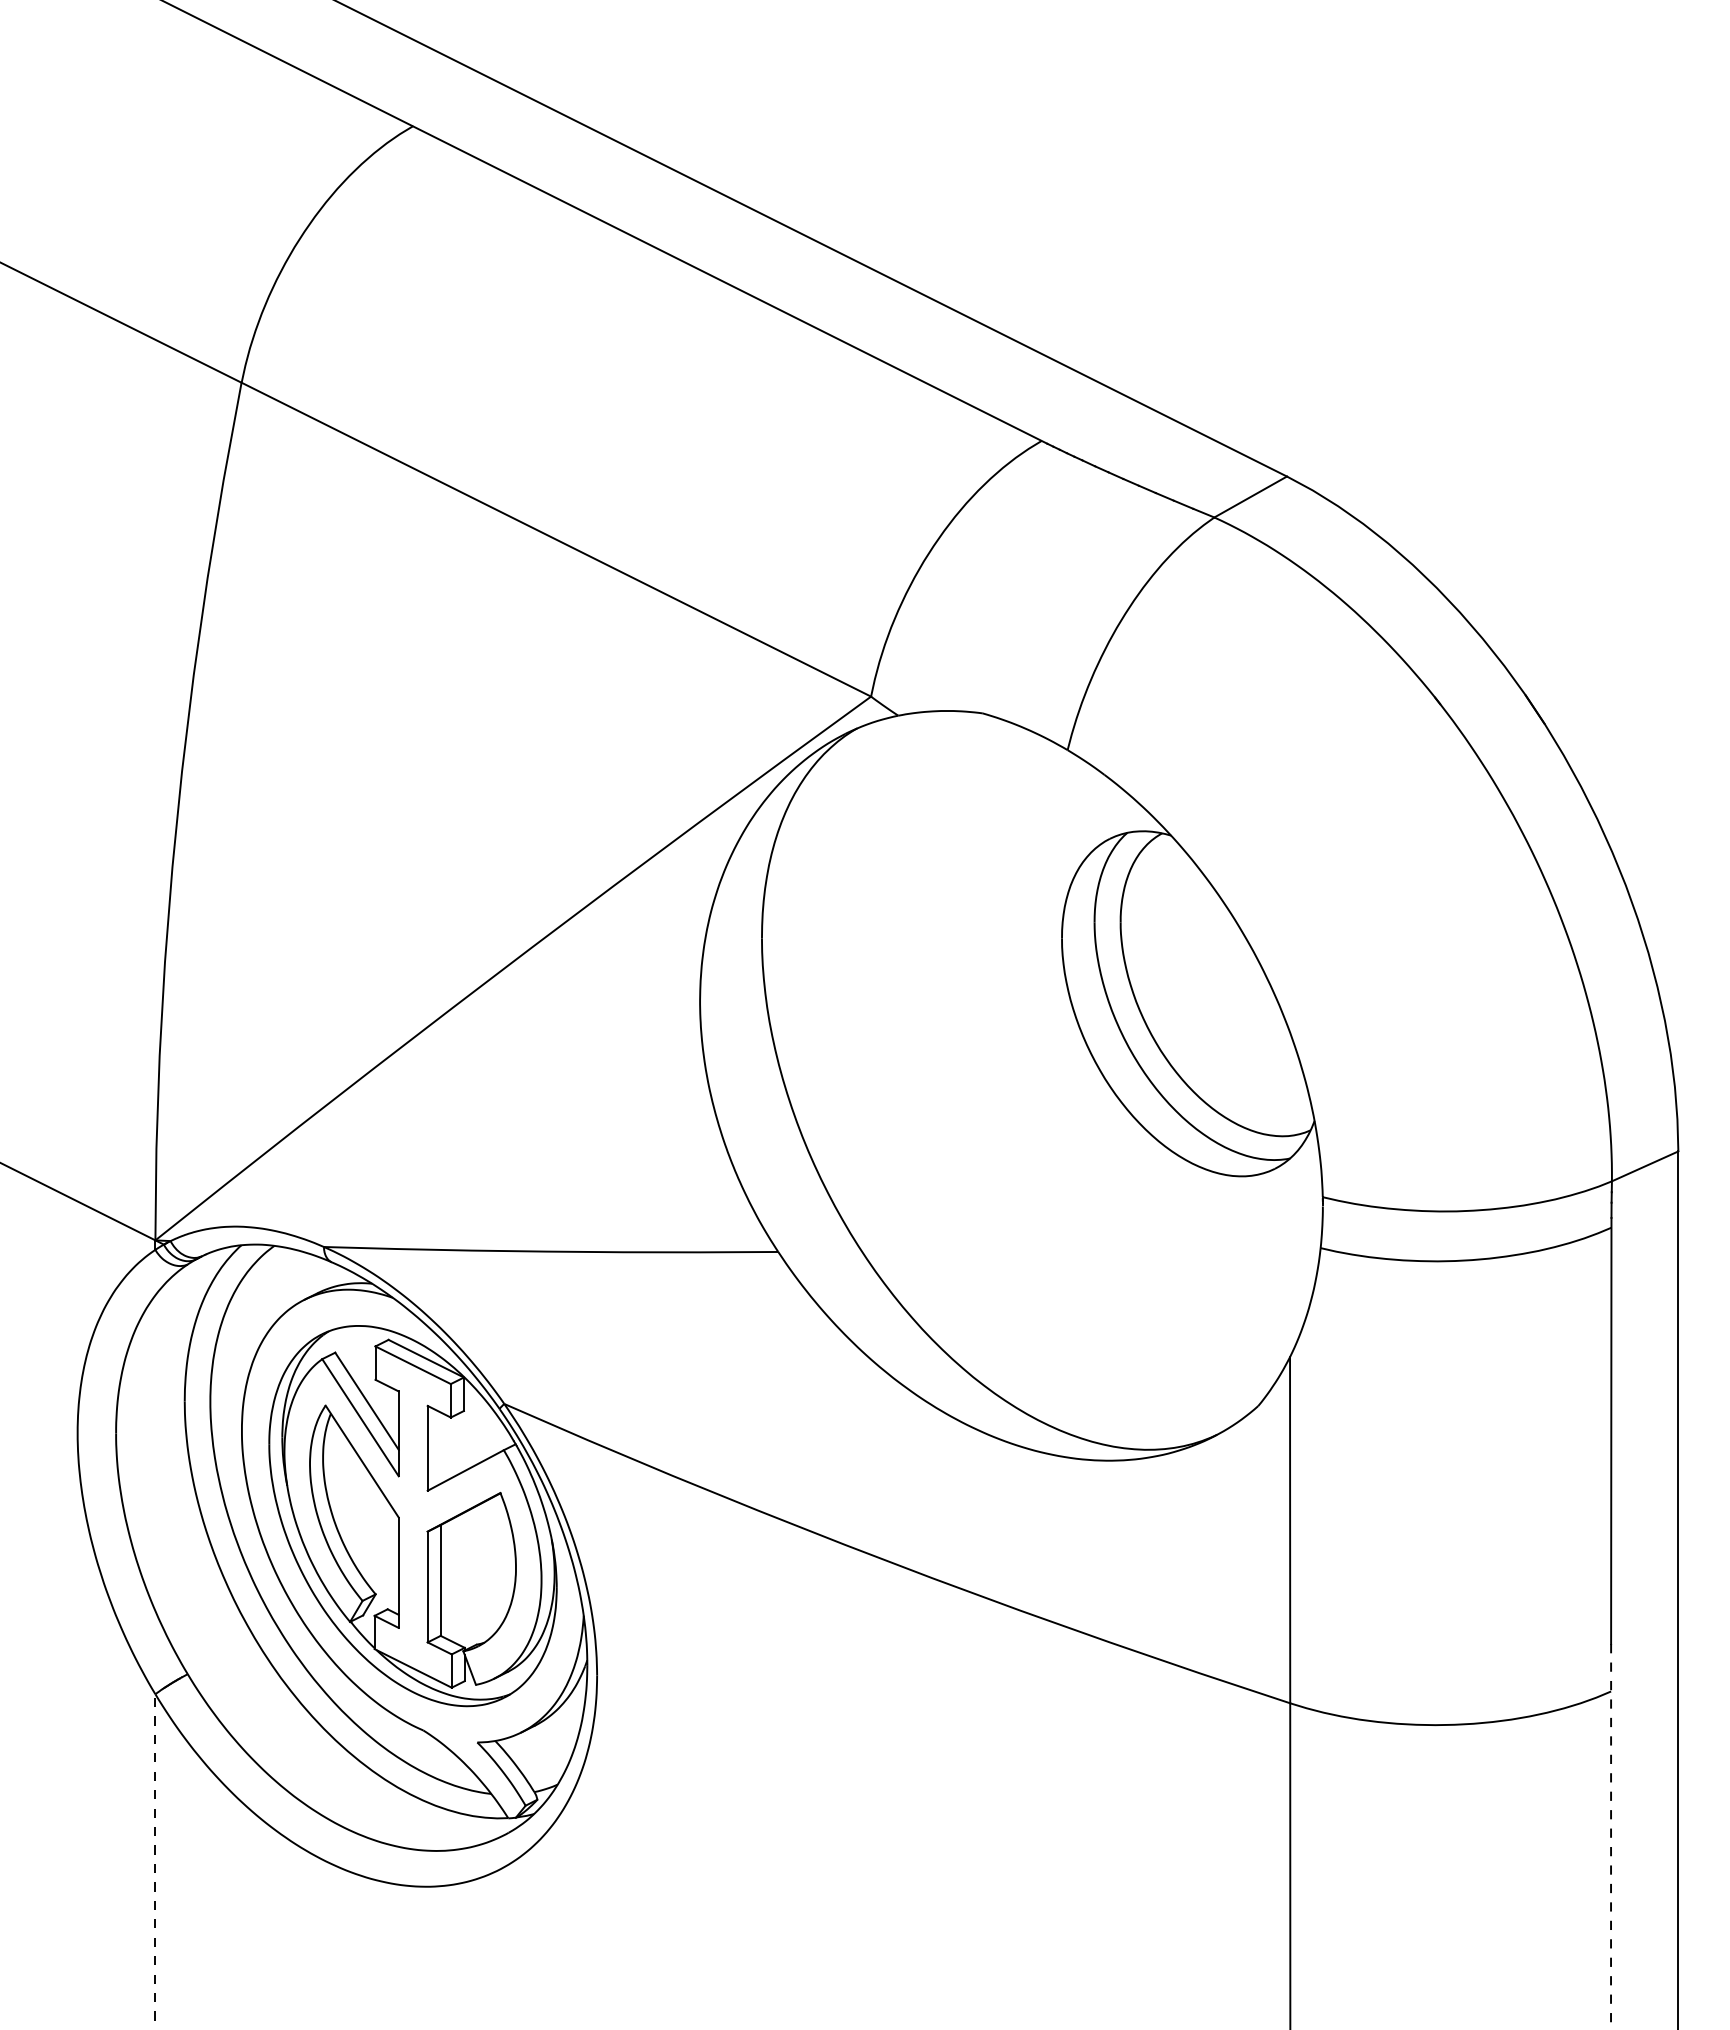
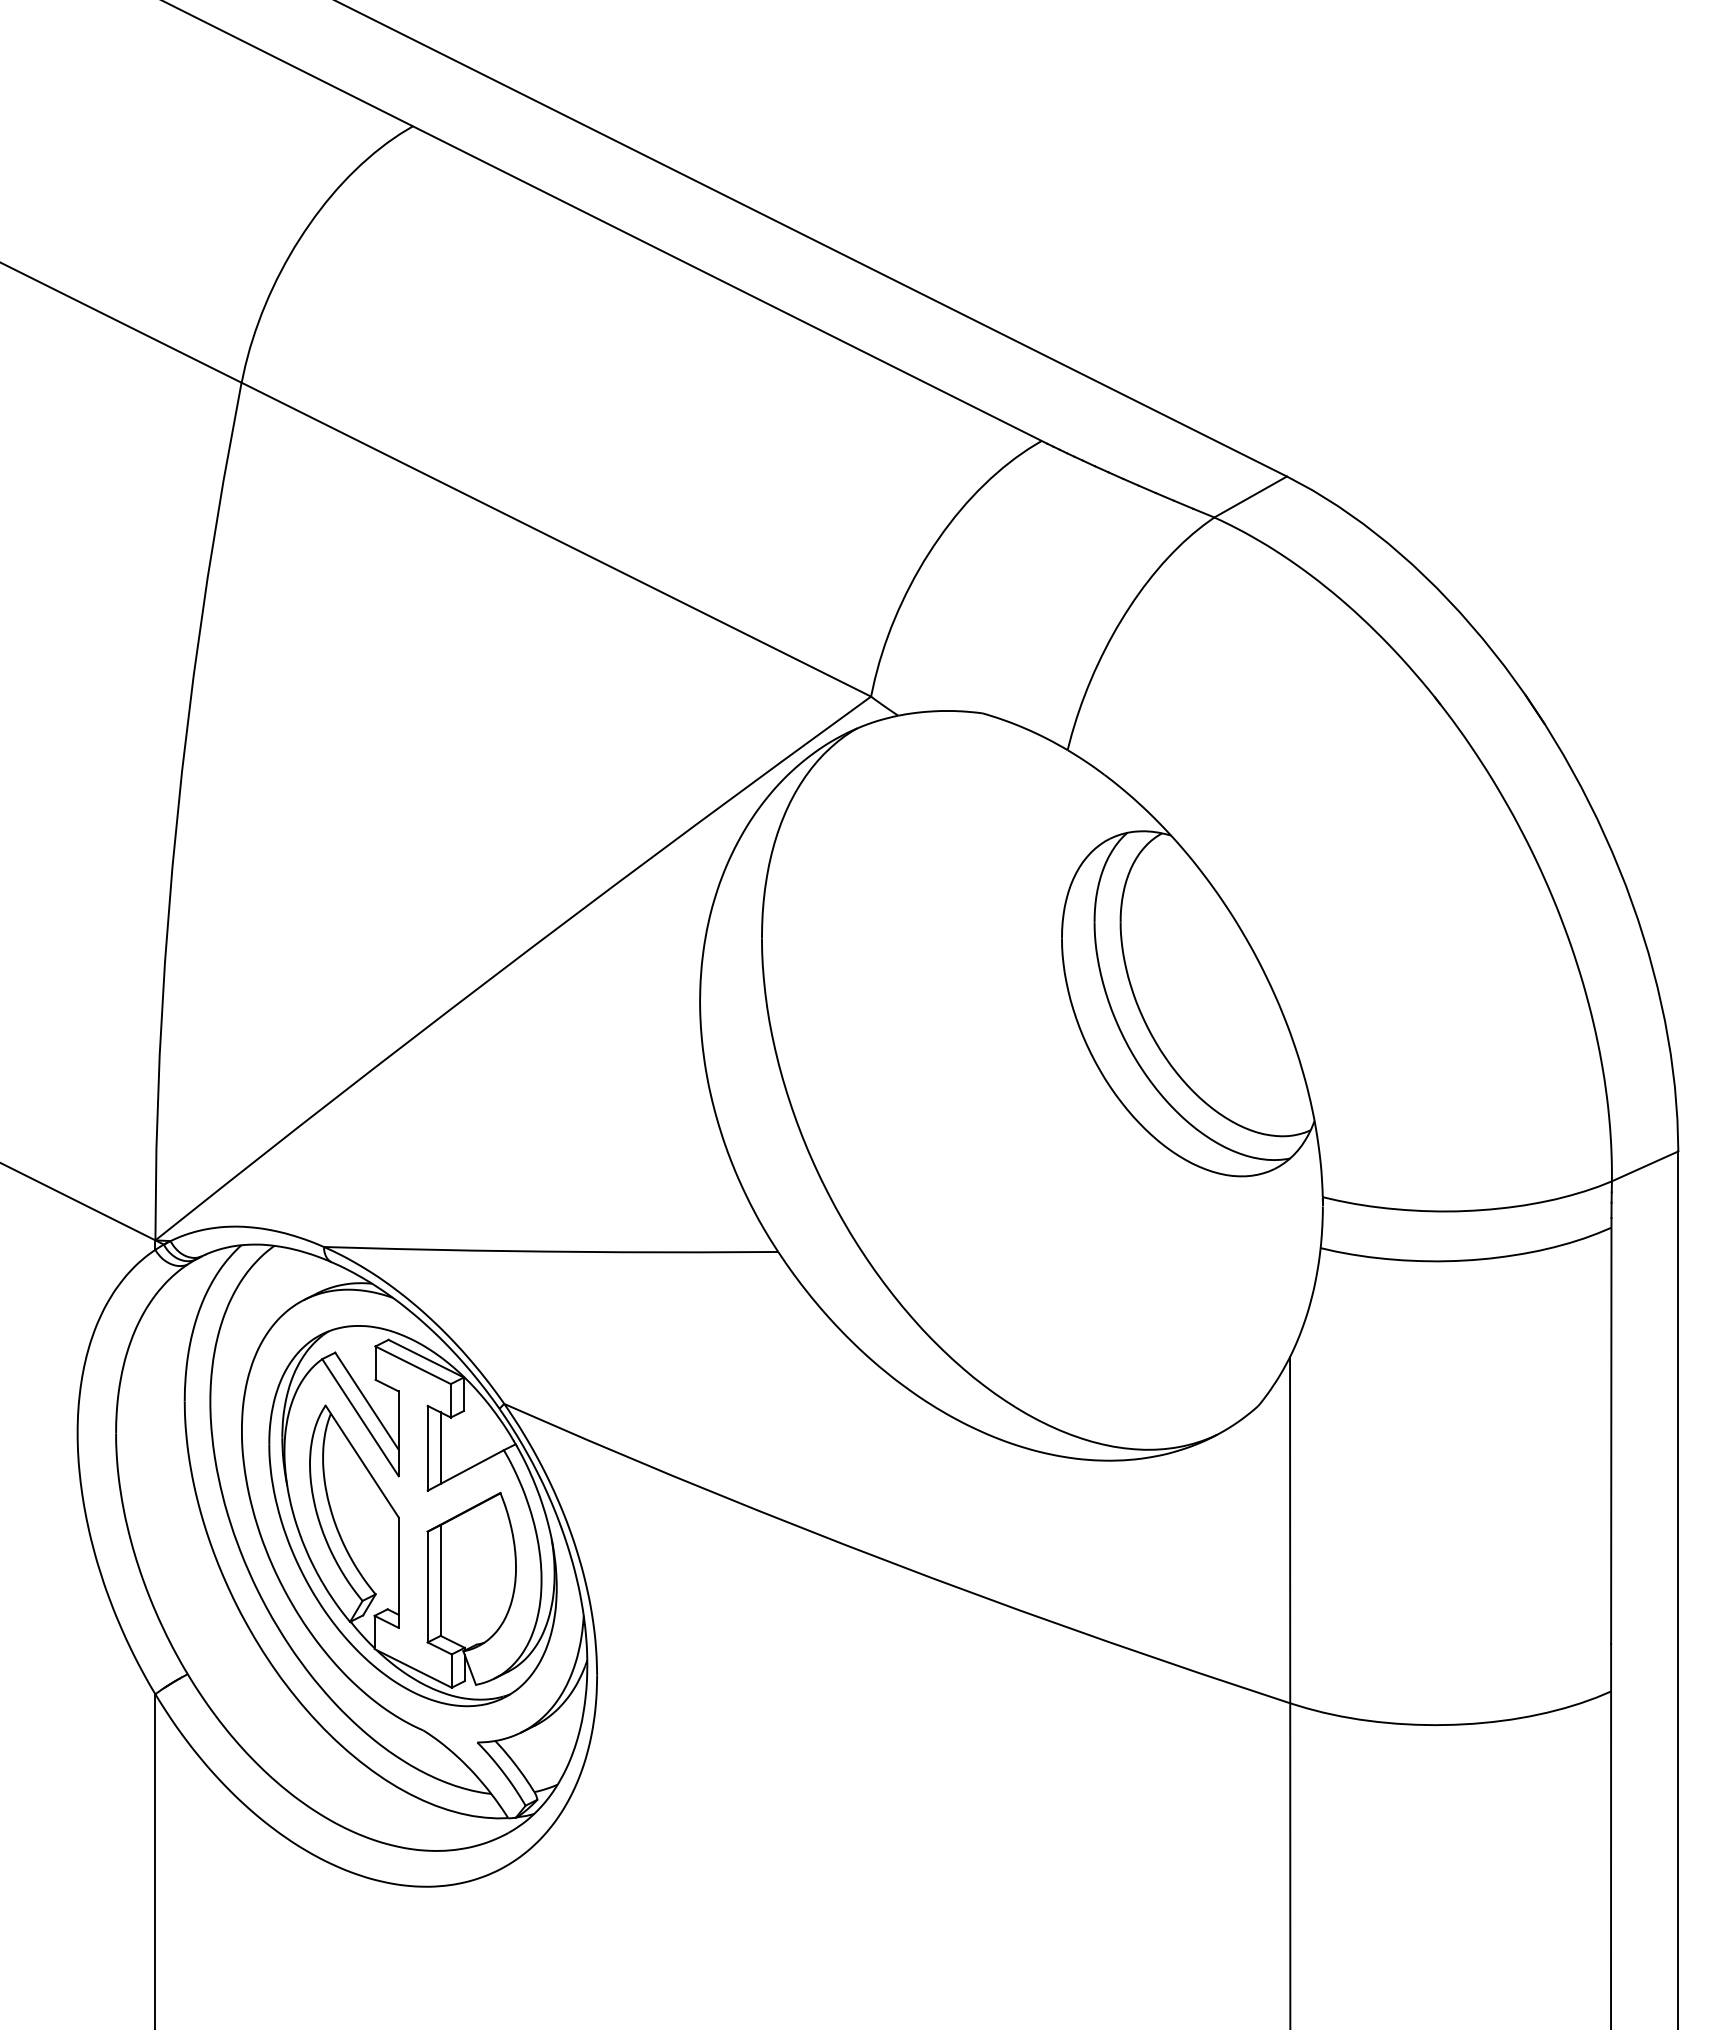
line at (440, 1447): none -> present
line at (1611, 1836): dashed -> solid
line at (155, 1861): dashed -> solid
